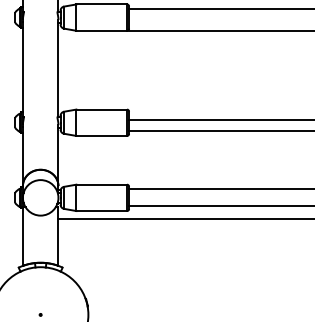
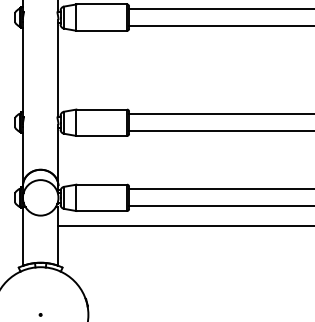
line at (220, 31) position: (220, 31) -> (220, 26)
line at (220, 120) position: (220, 120) -> (220, 114)
line at (184, 218) position: (184, 218) -> (184, 225)
